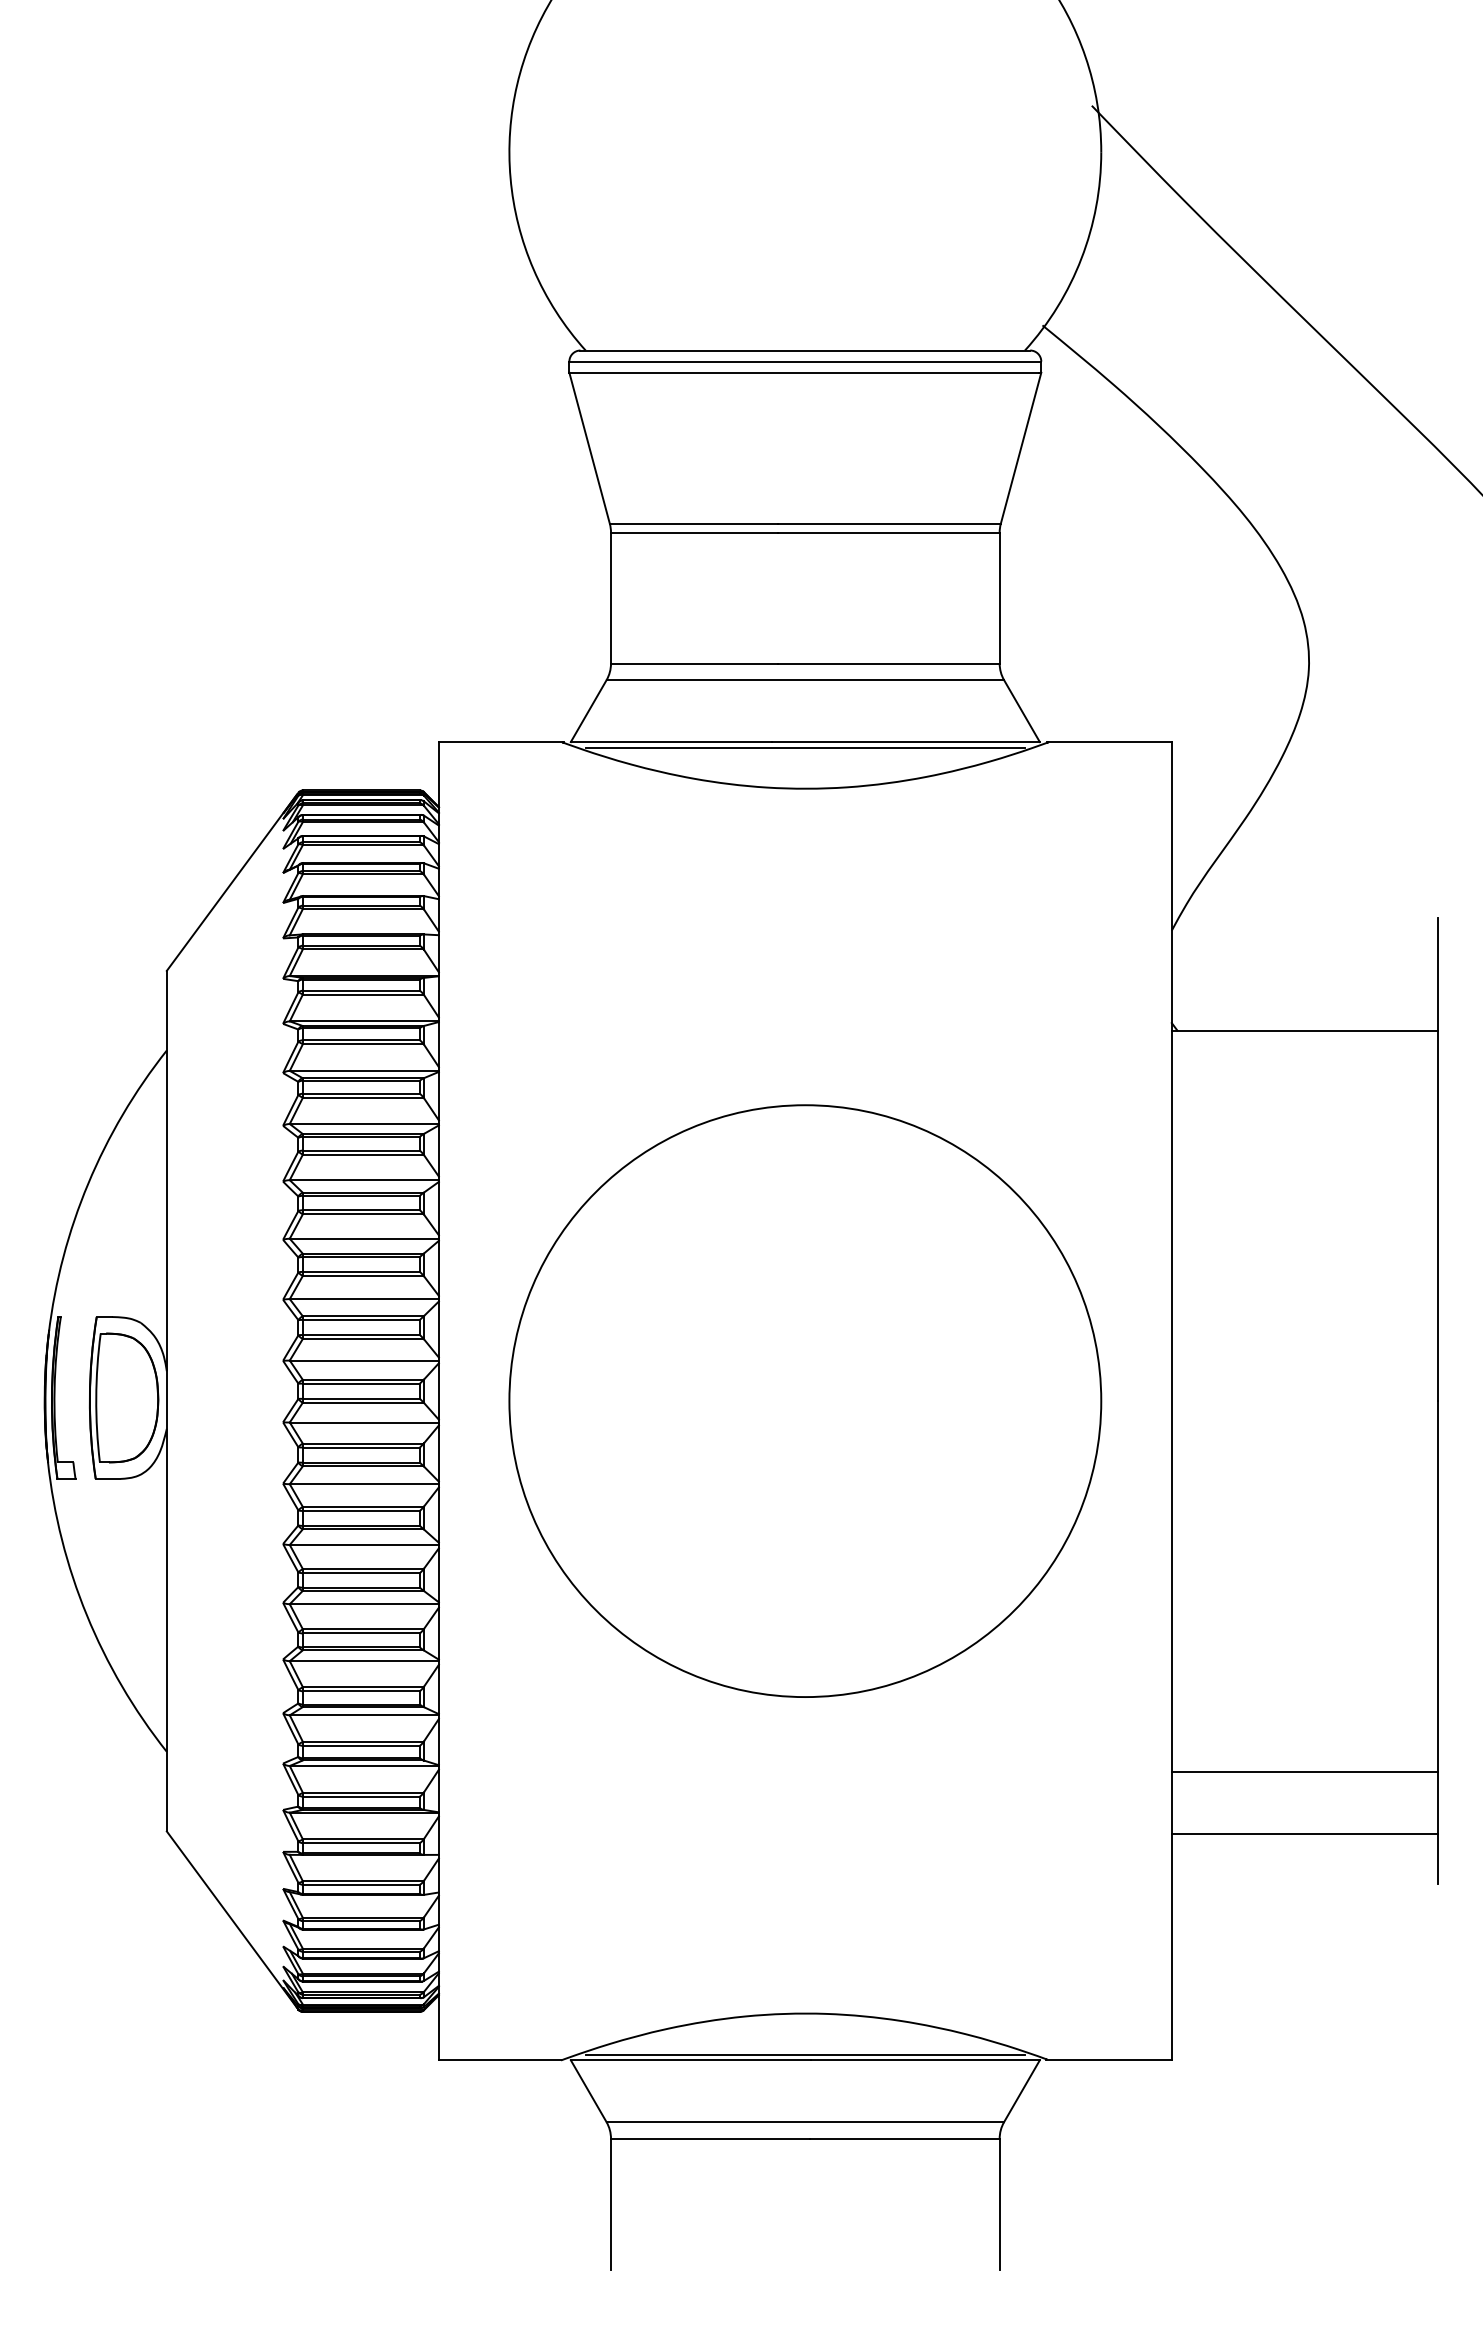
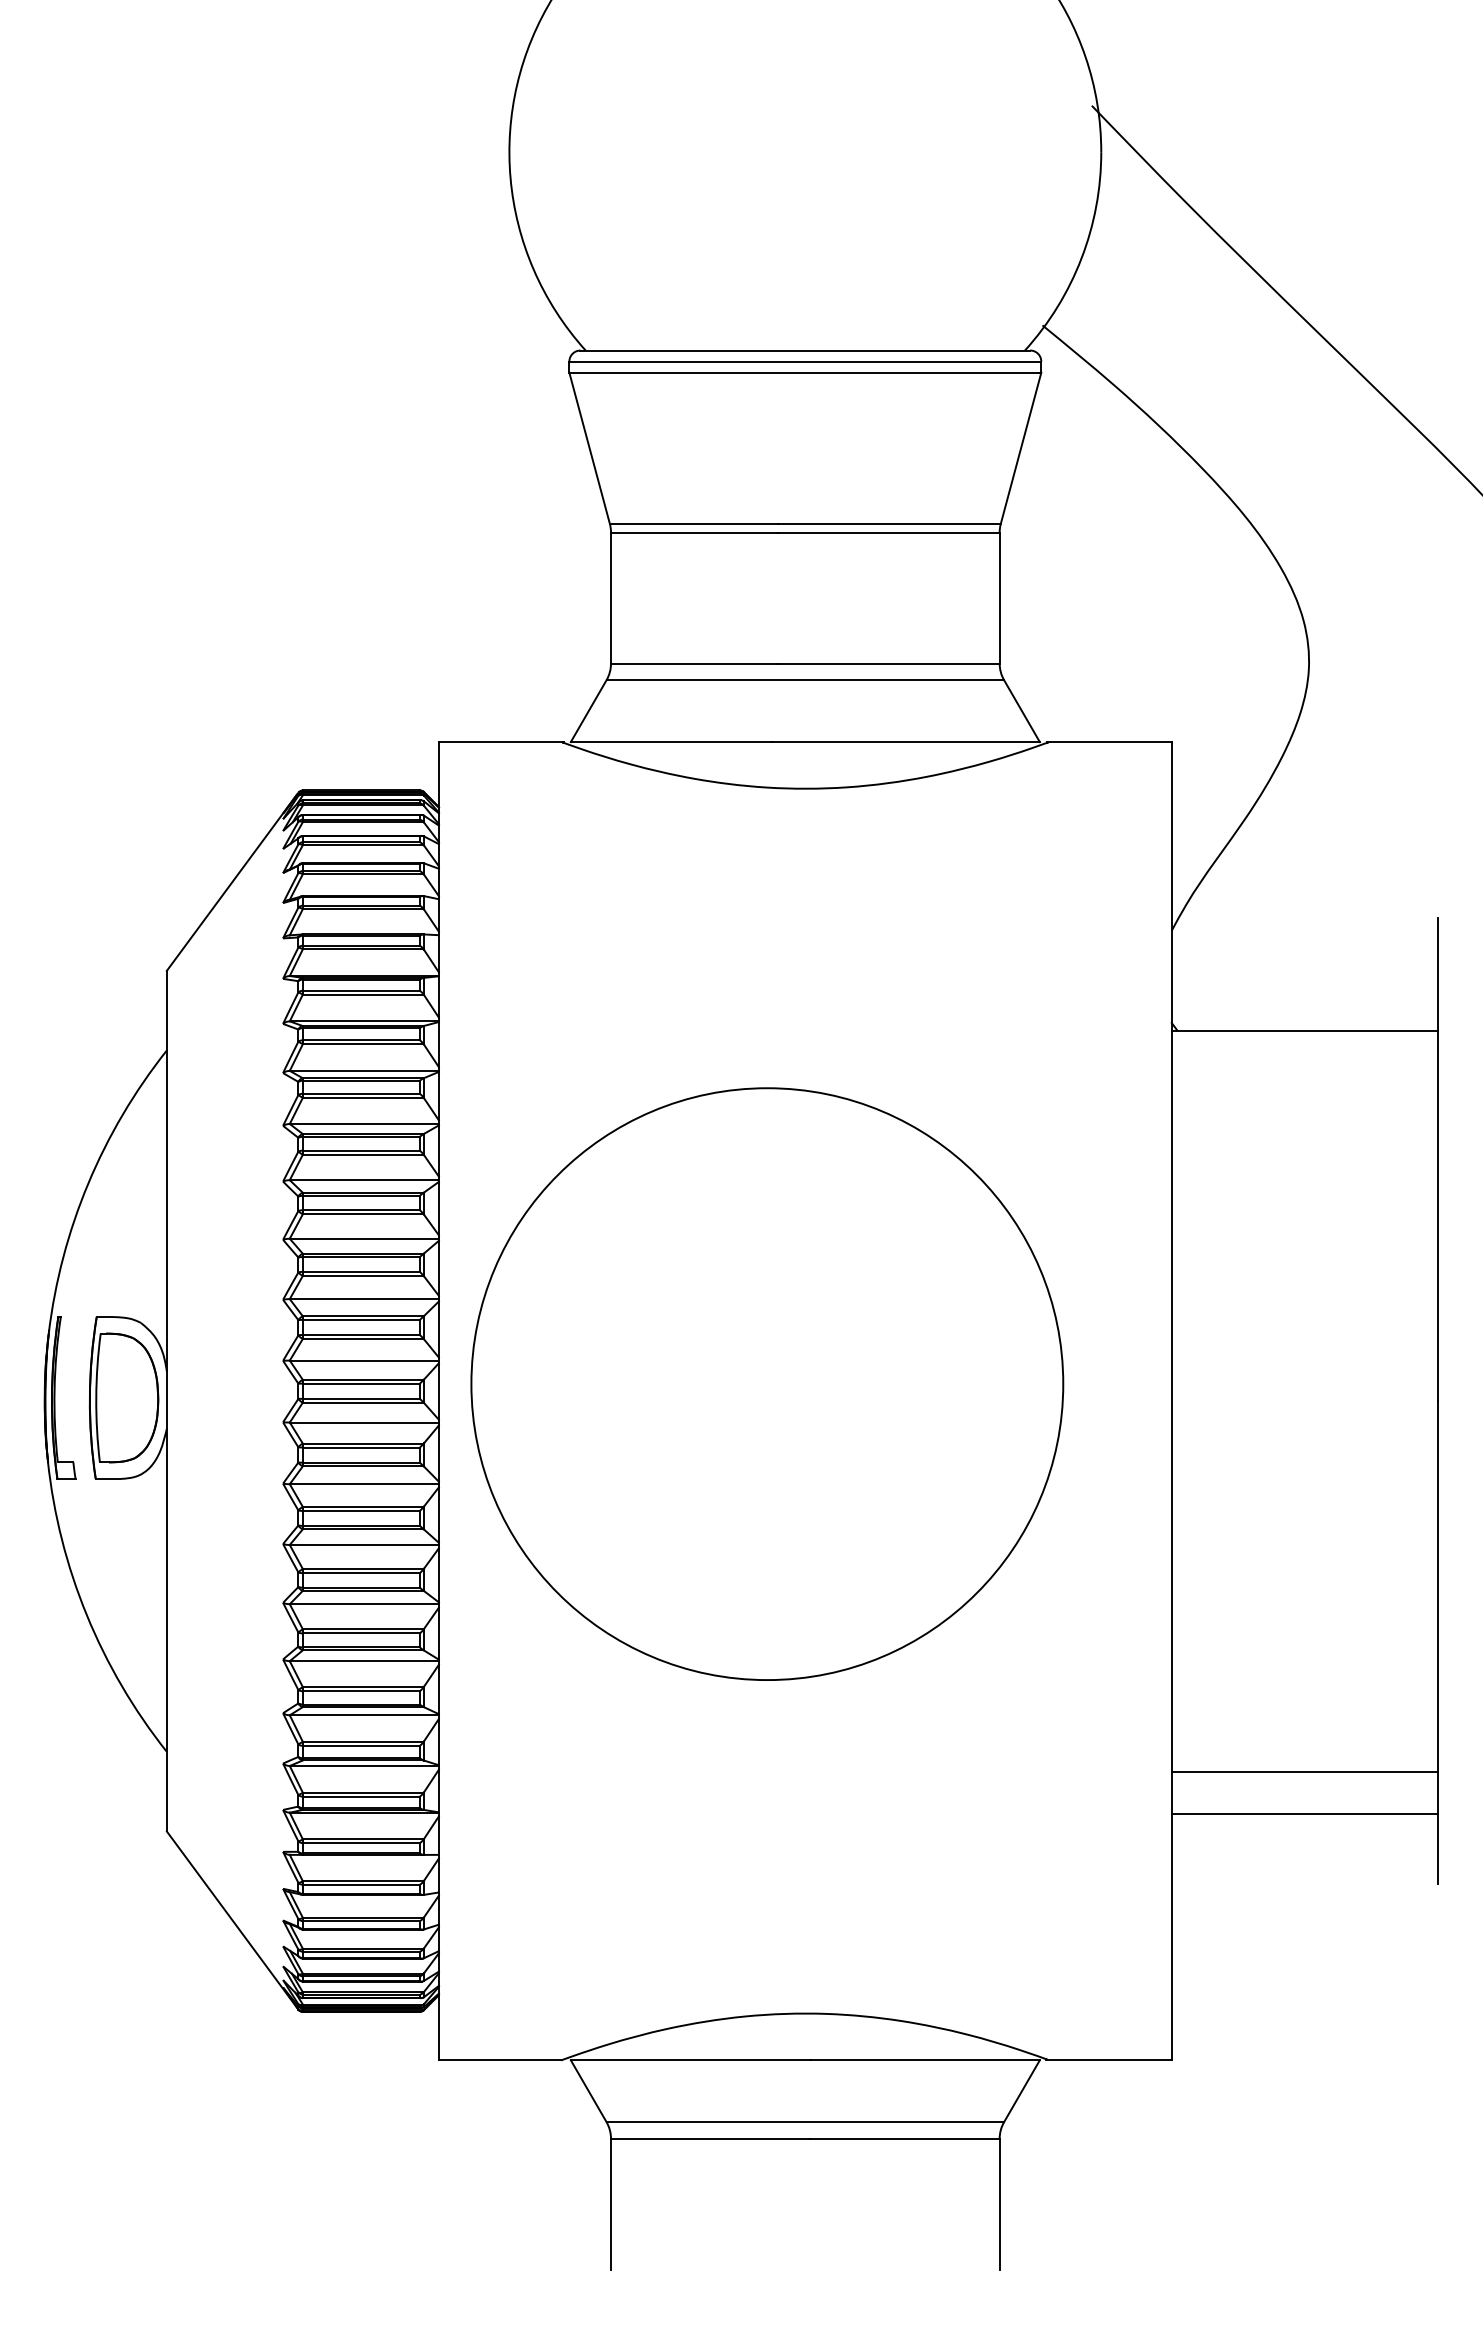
line at (804, 747): present -> none
circle at (805, 1400) position: (805, 1400) -> (767, 1383)
line at (1304, 1834) position: (1304, 1834) -> (1304, 1814)
line at (804, 2054): present -> none
